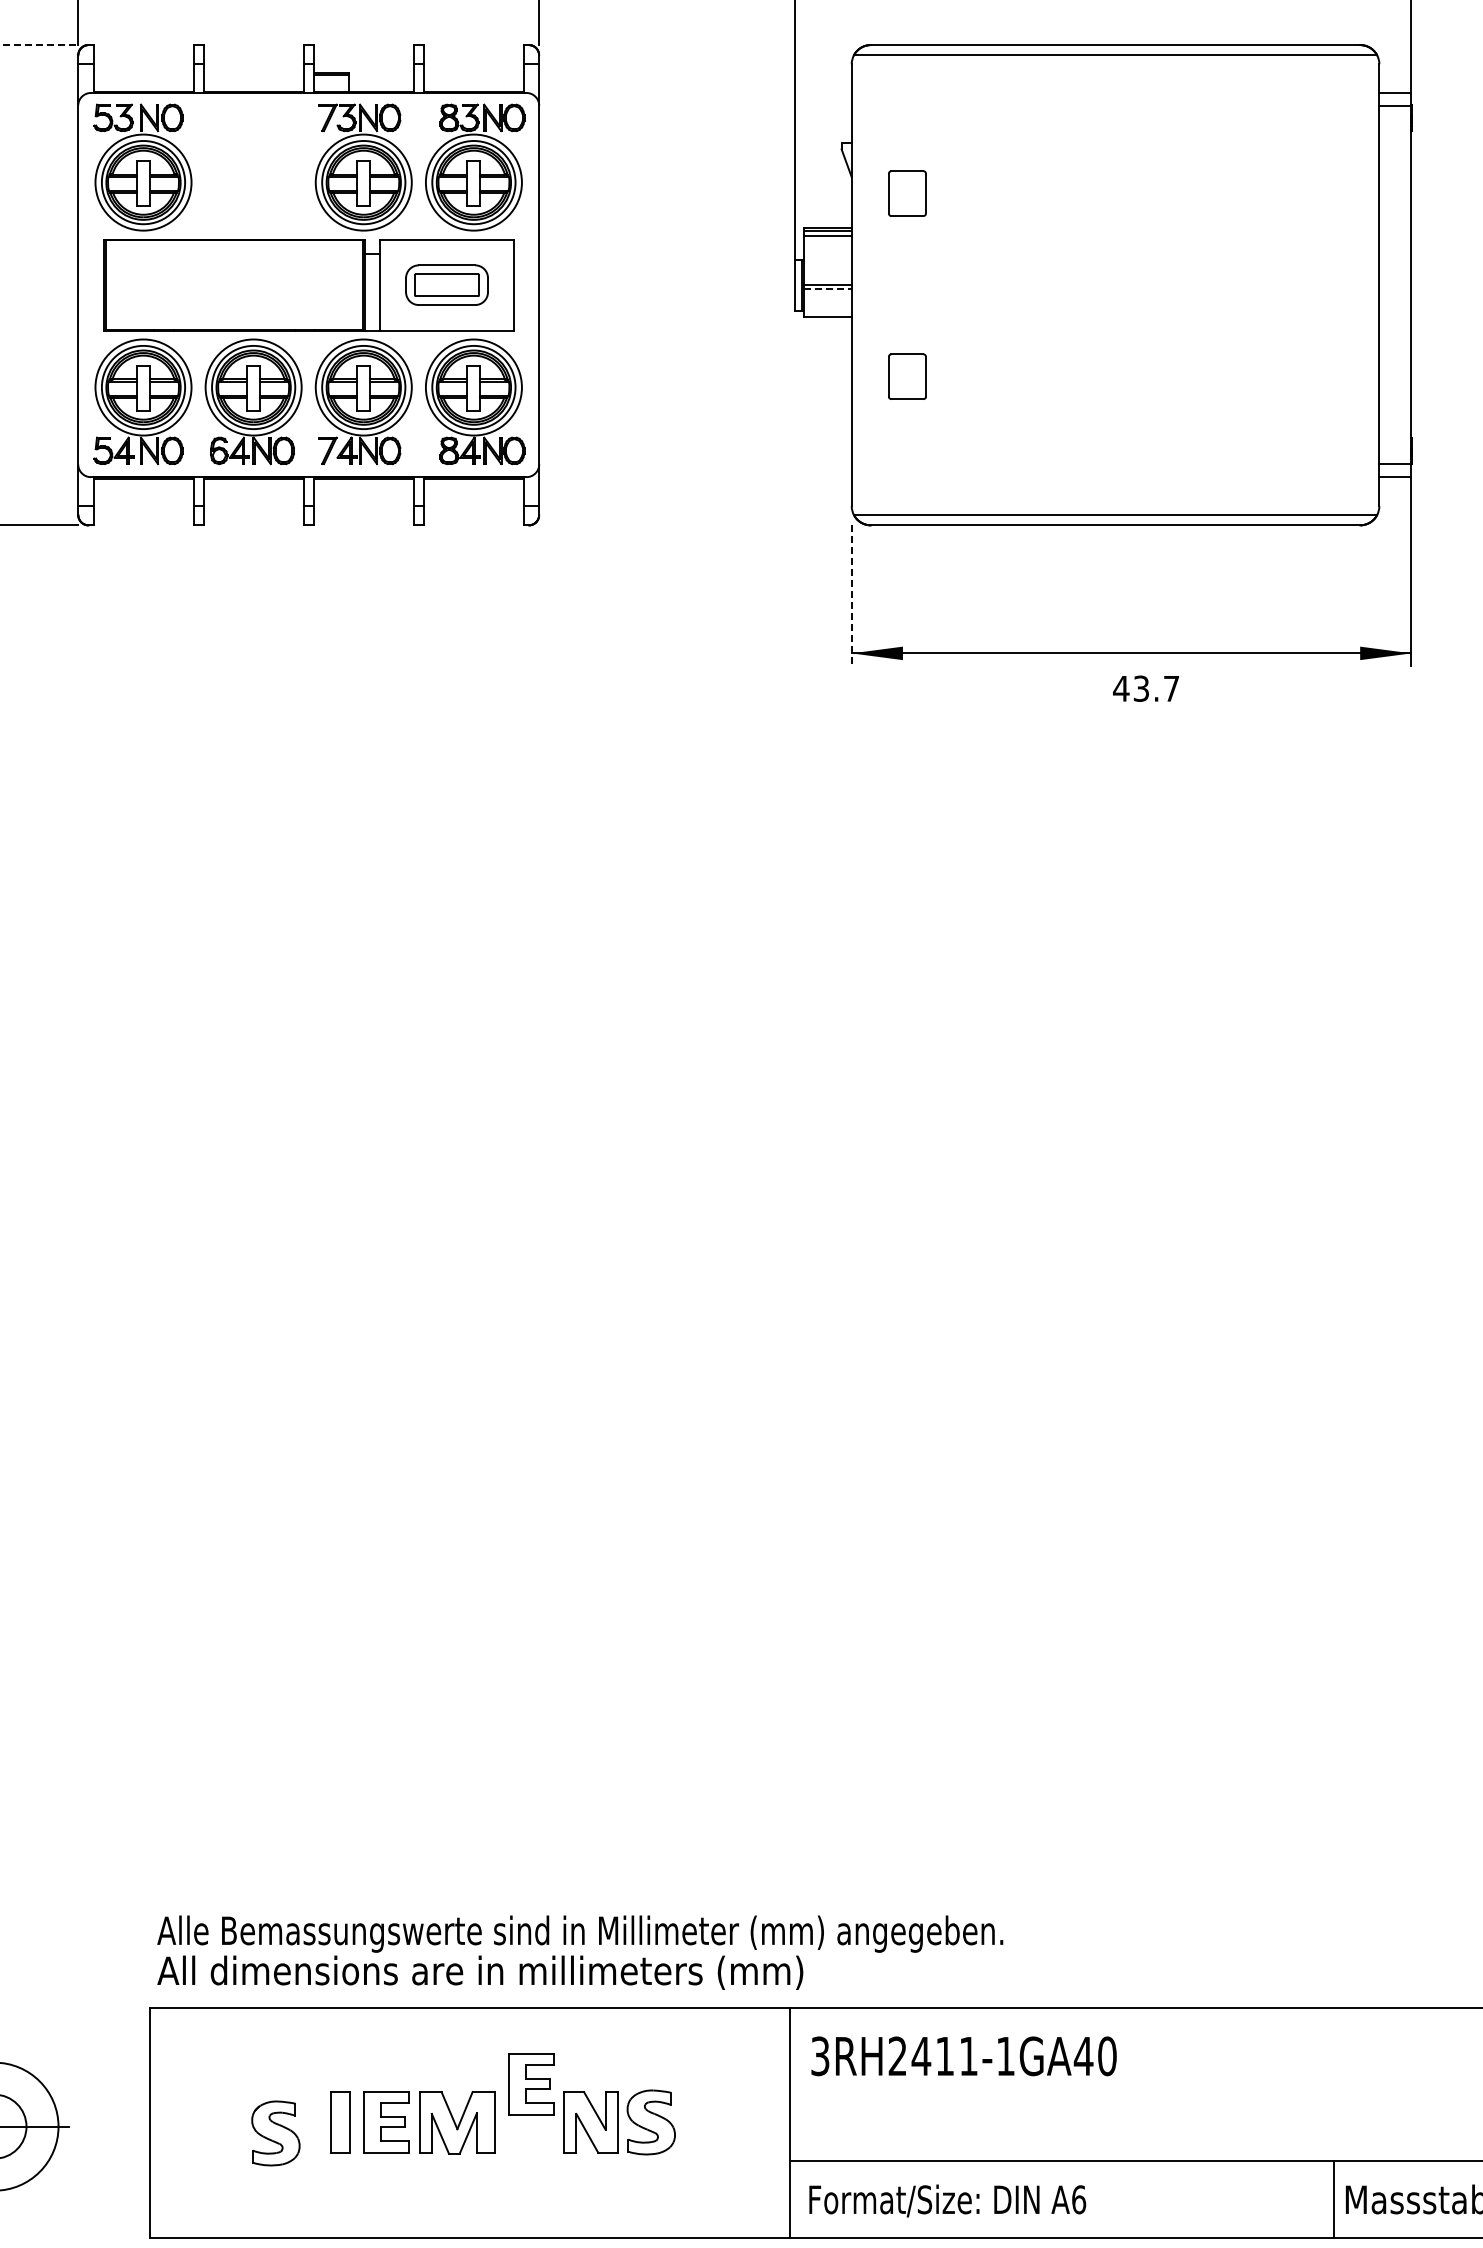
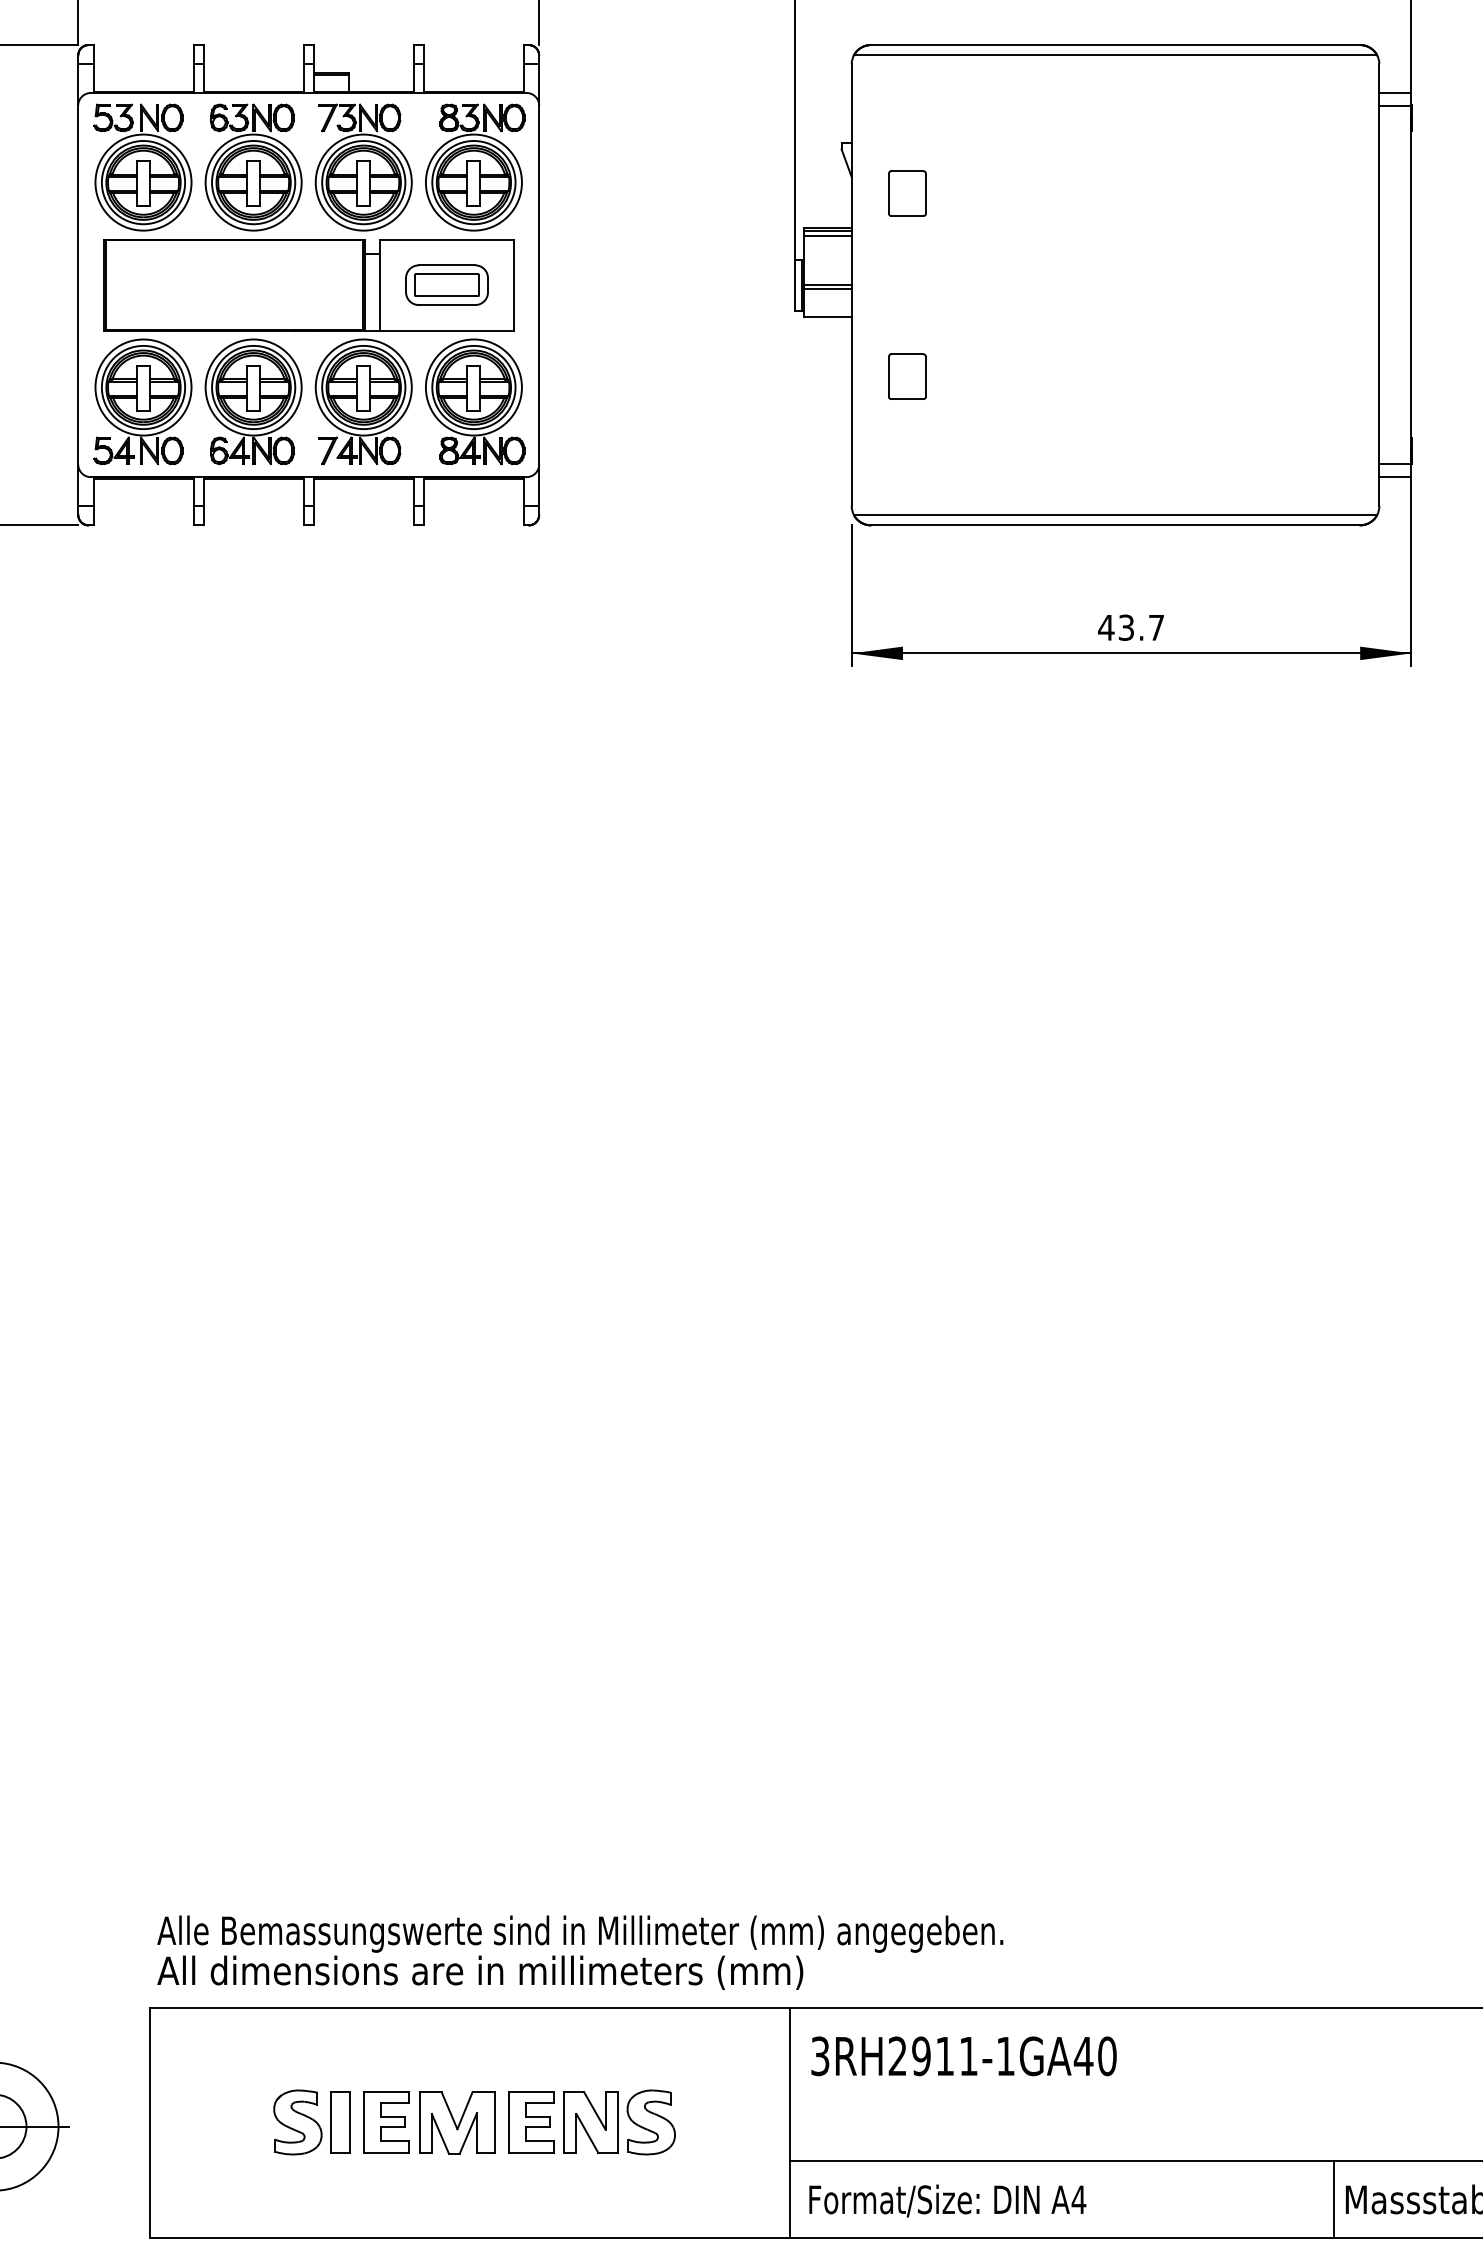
line at (39, 45): dashed -> solid
part at (253, 167): none -> present
line at (828, 289): dashed -> solid
line at (851, 596): dashed -> solid
text at (1145, 688) position: (1145, 688) -> (1130, 627)
text at (921, 2056): 3RH2411-1GA40 -> 3RH2911-1GA40
part at (531, 2084) position: (531, 2084) -> (531, 2122)
part at (275, 2133) position: (275, 2133) -> (297, 2122)
text at (1078, 2199): A6 -> A4
